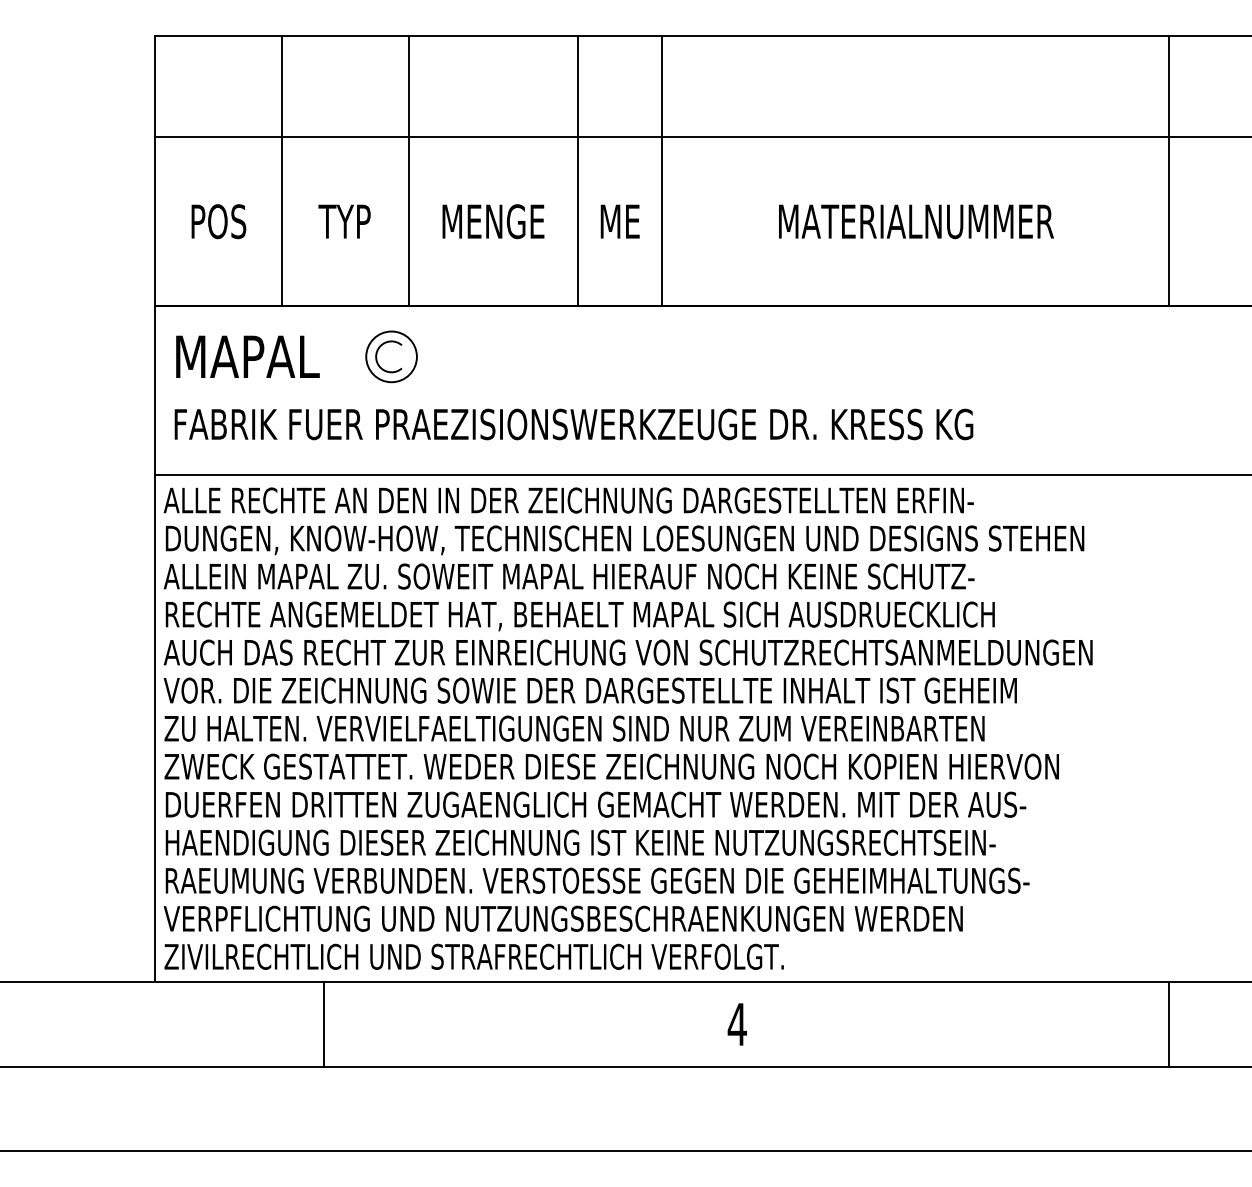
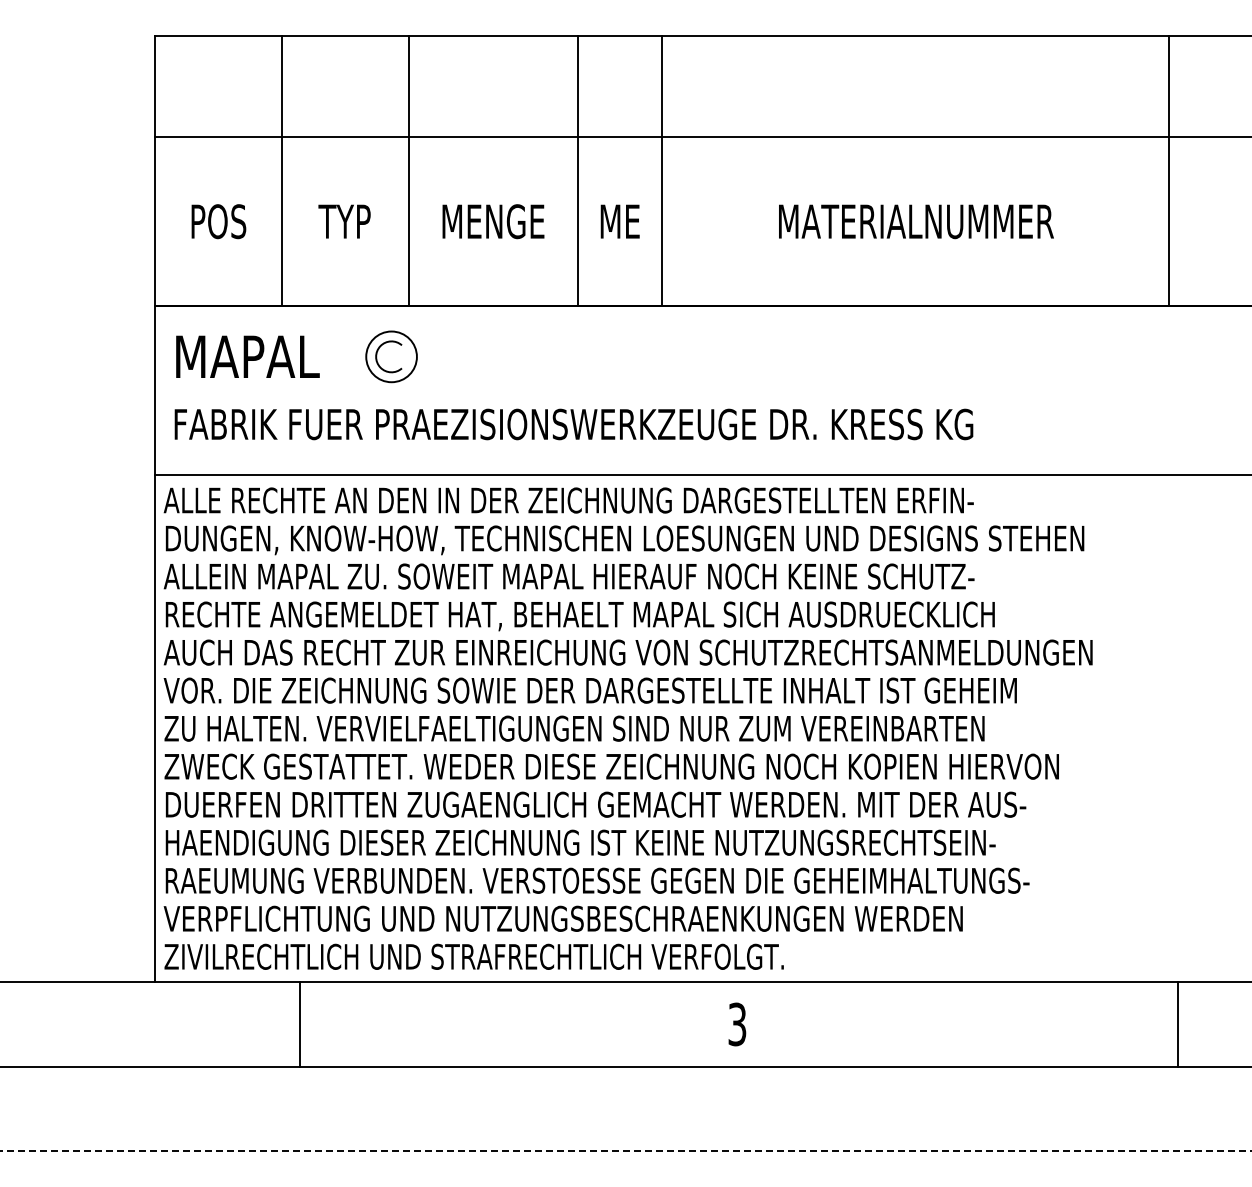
line at (323, 1024) position: (323, 1024) -> (299, 1024)
text at (736, 1024): 4 -> 3
line at (1169, 1024) position: (1169, 1024) -> (1178, 1024)
line at (626, 1151): solid -> dashed
